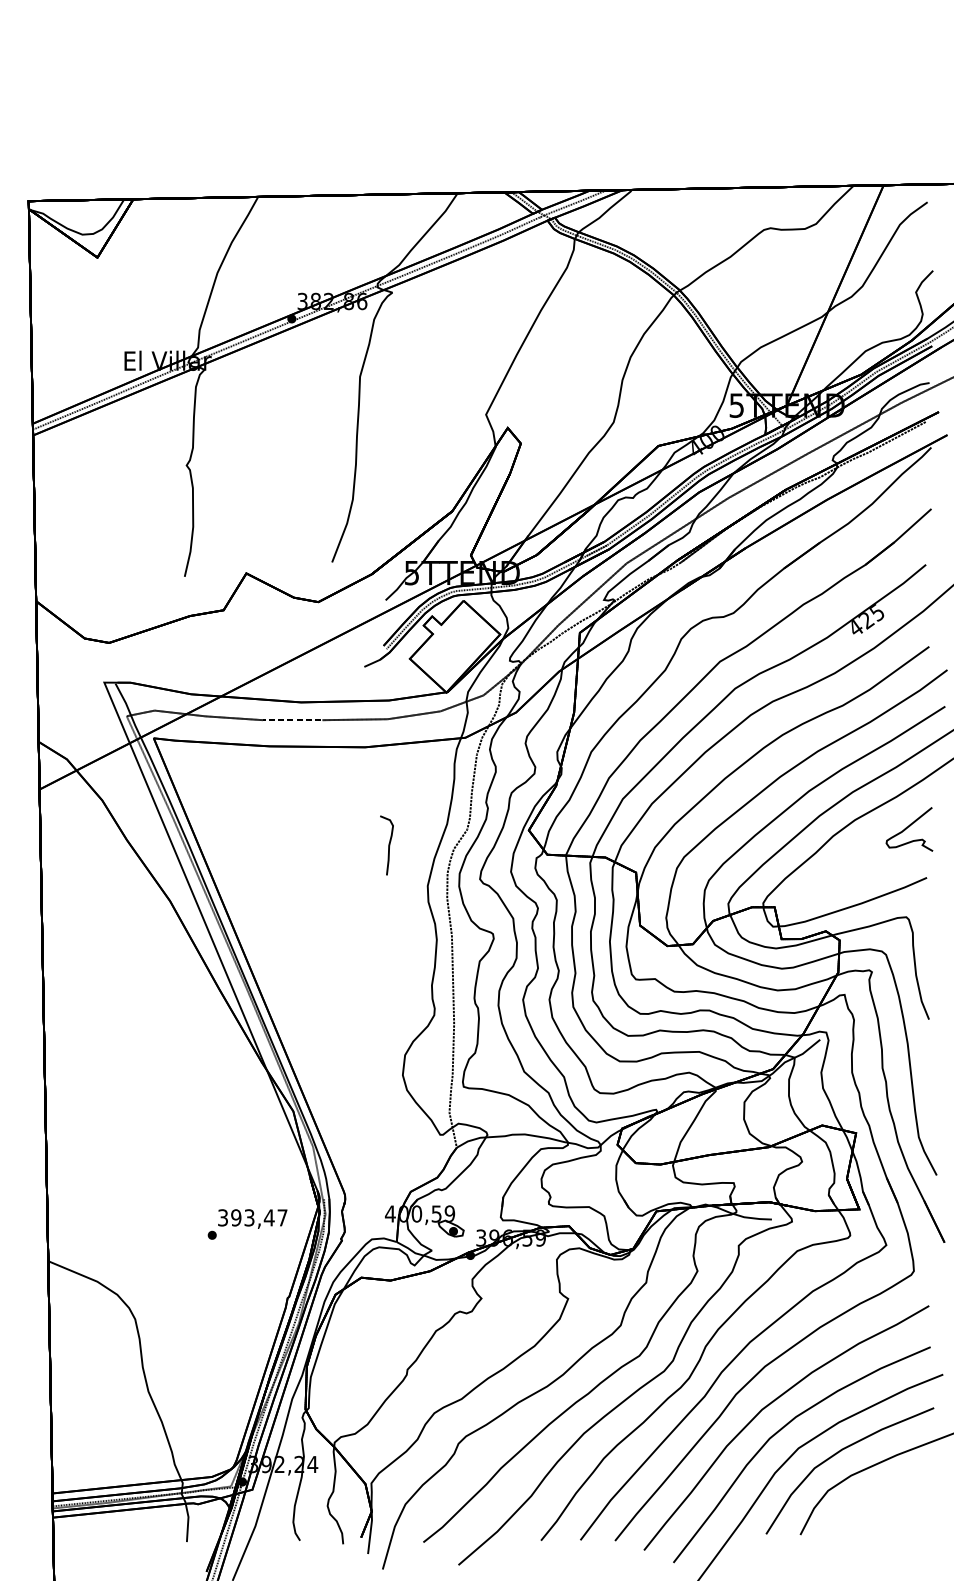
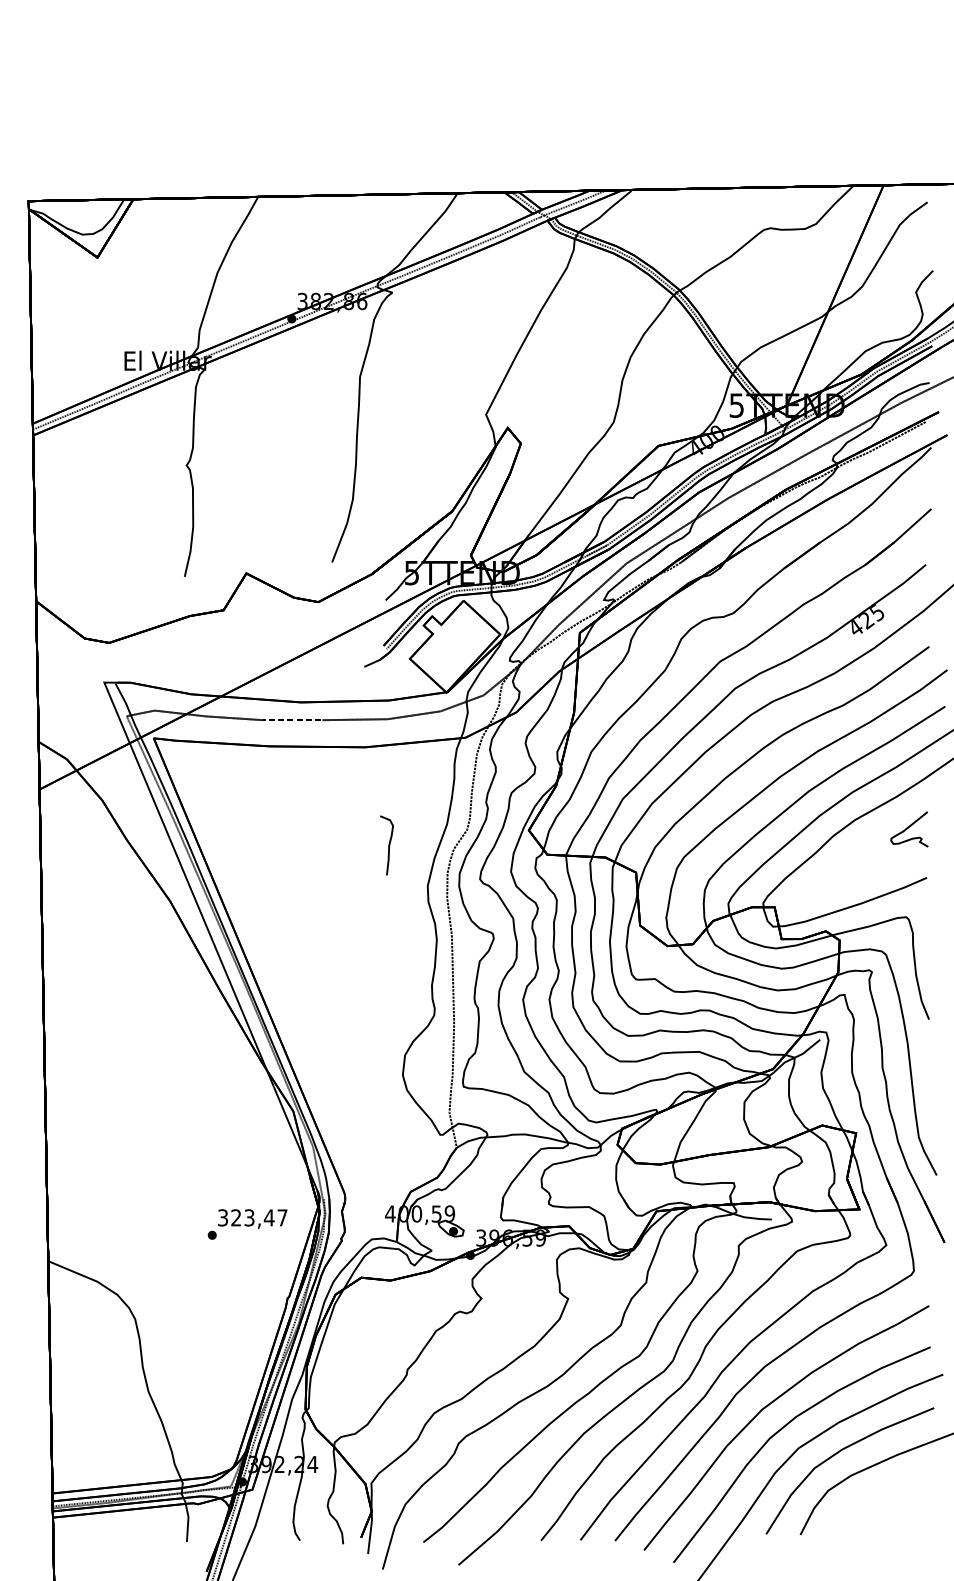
part at (909, 829) size: 49x45 px -> 39x37 px
text at (236, 1217): 393,47 -> 323,47
